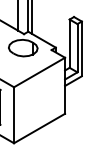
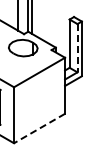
line at (77, 48): solid -> dashed
line at (39, 128): solid -> dashed
